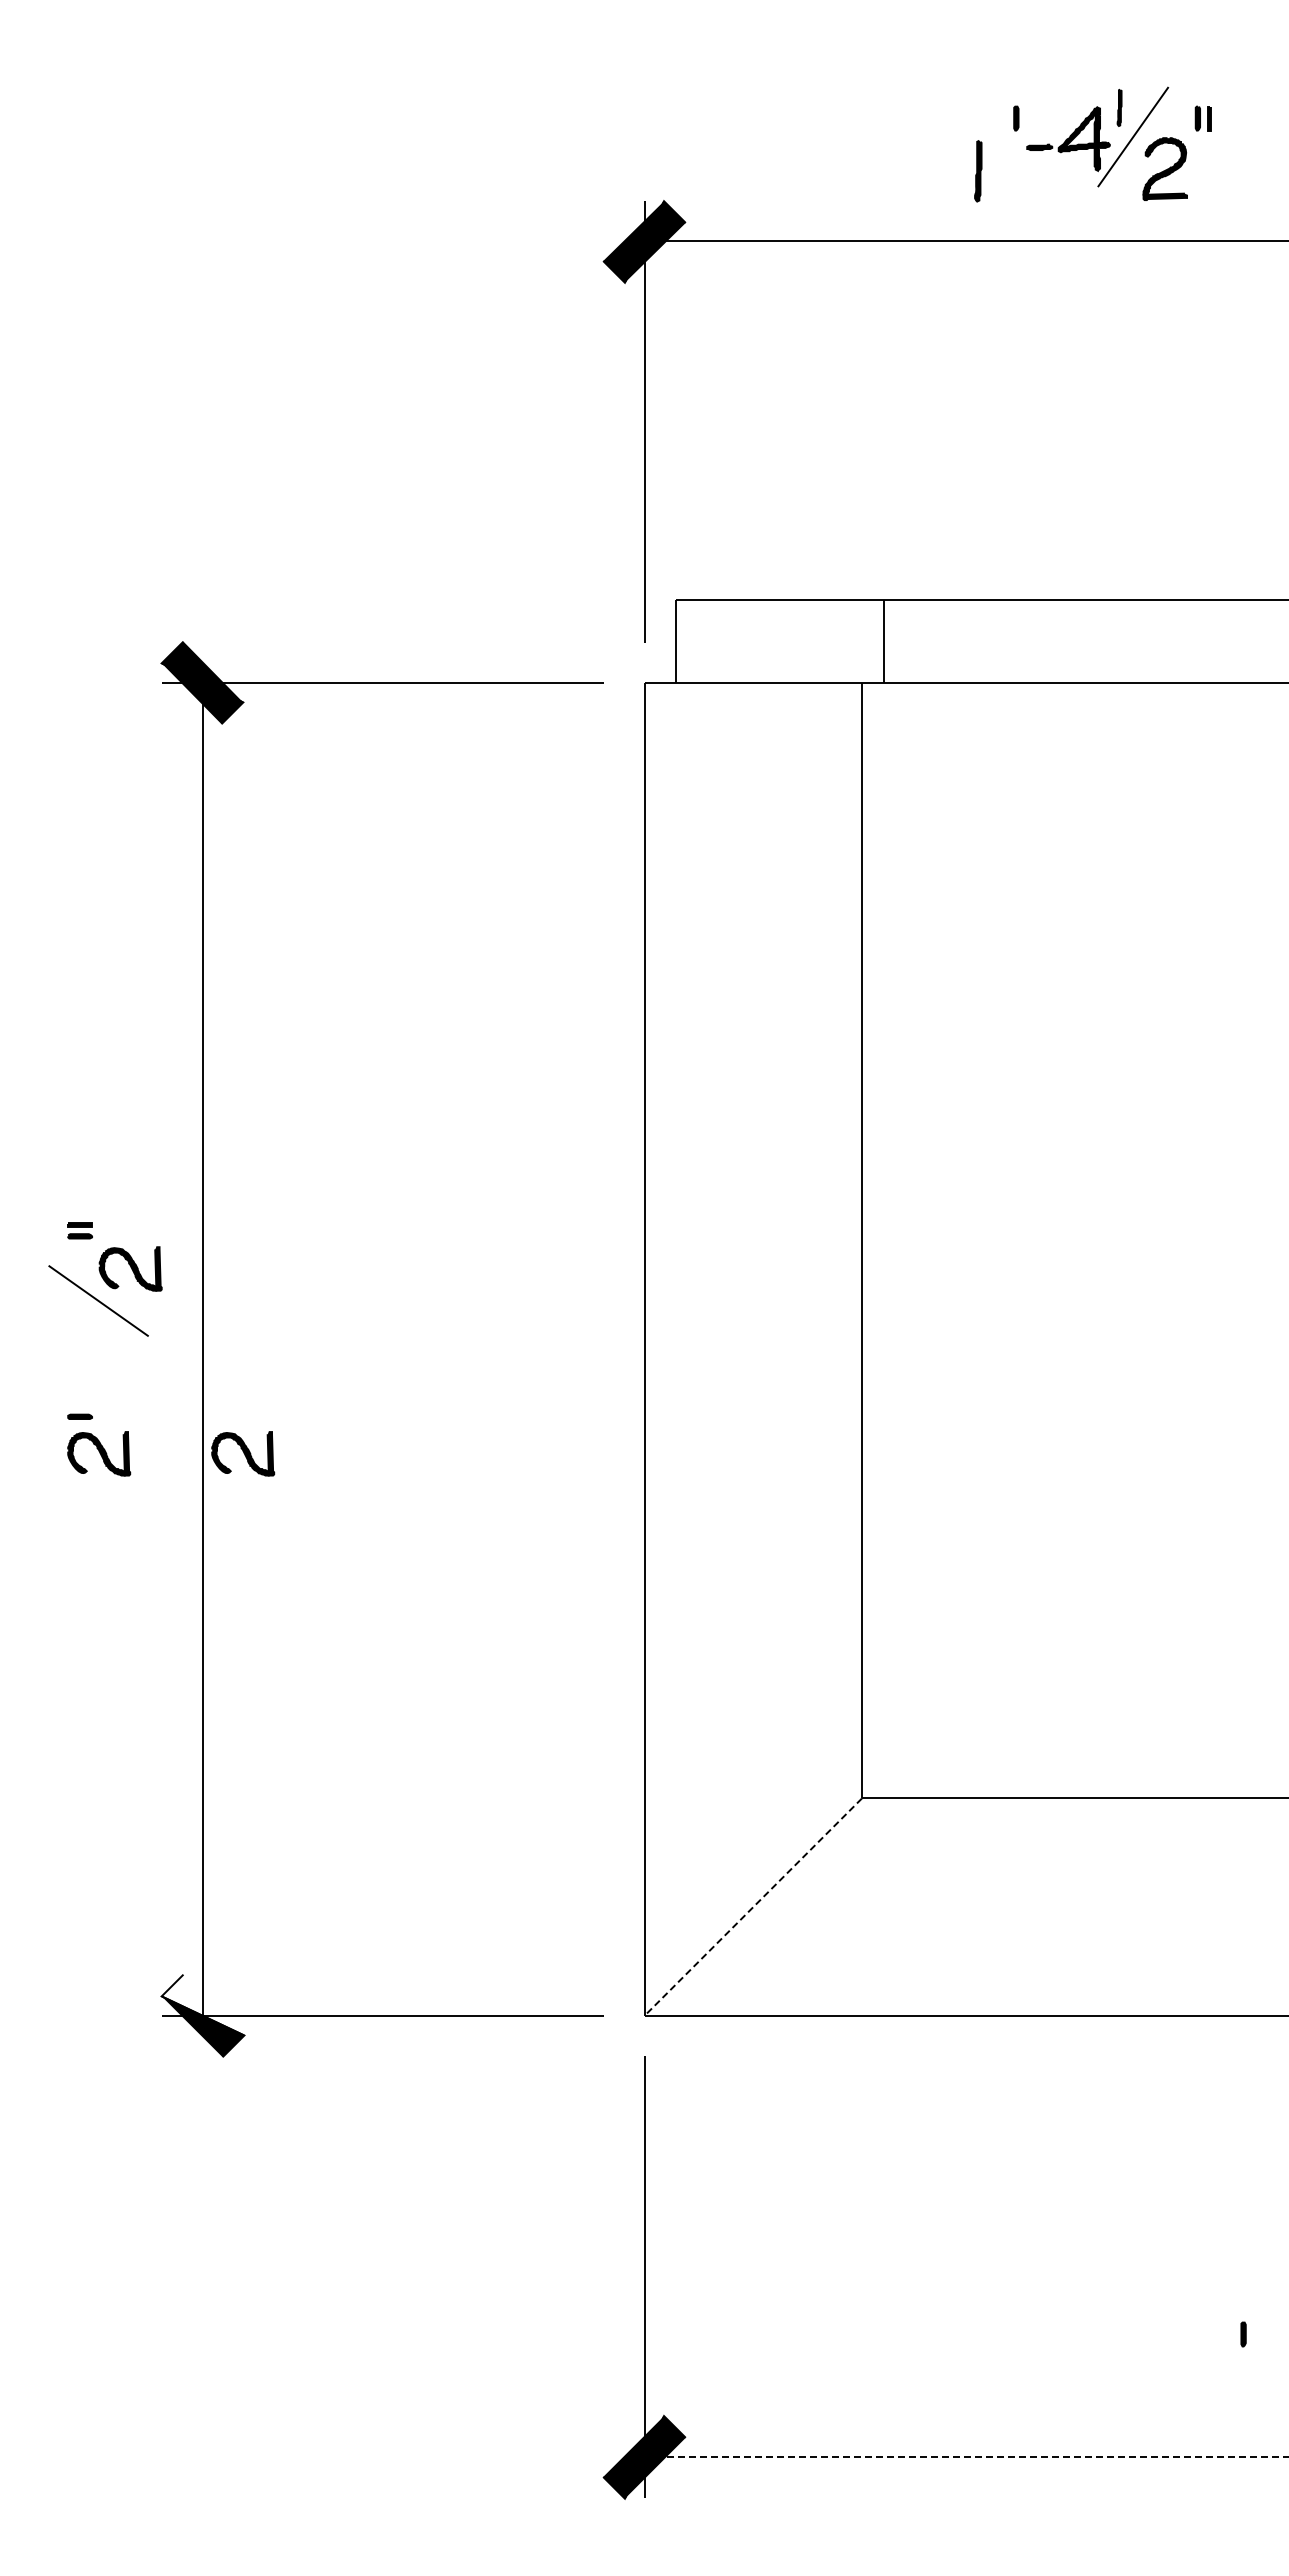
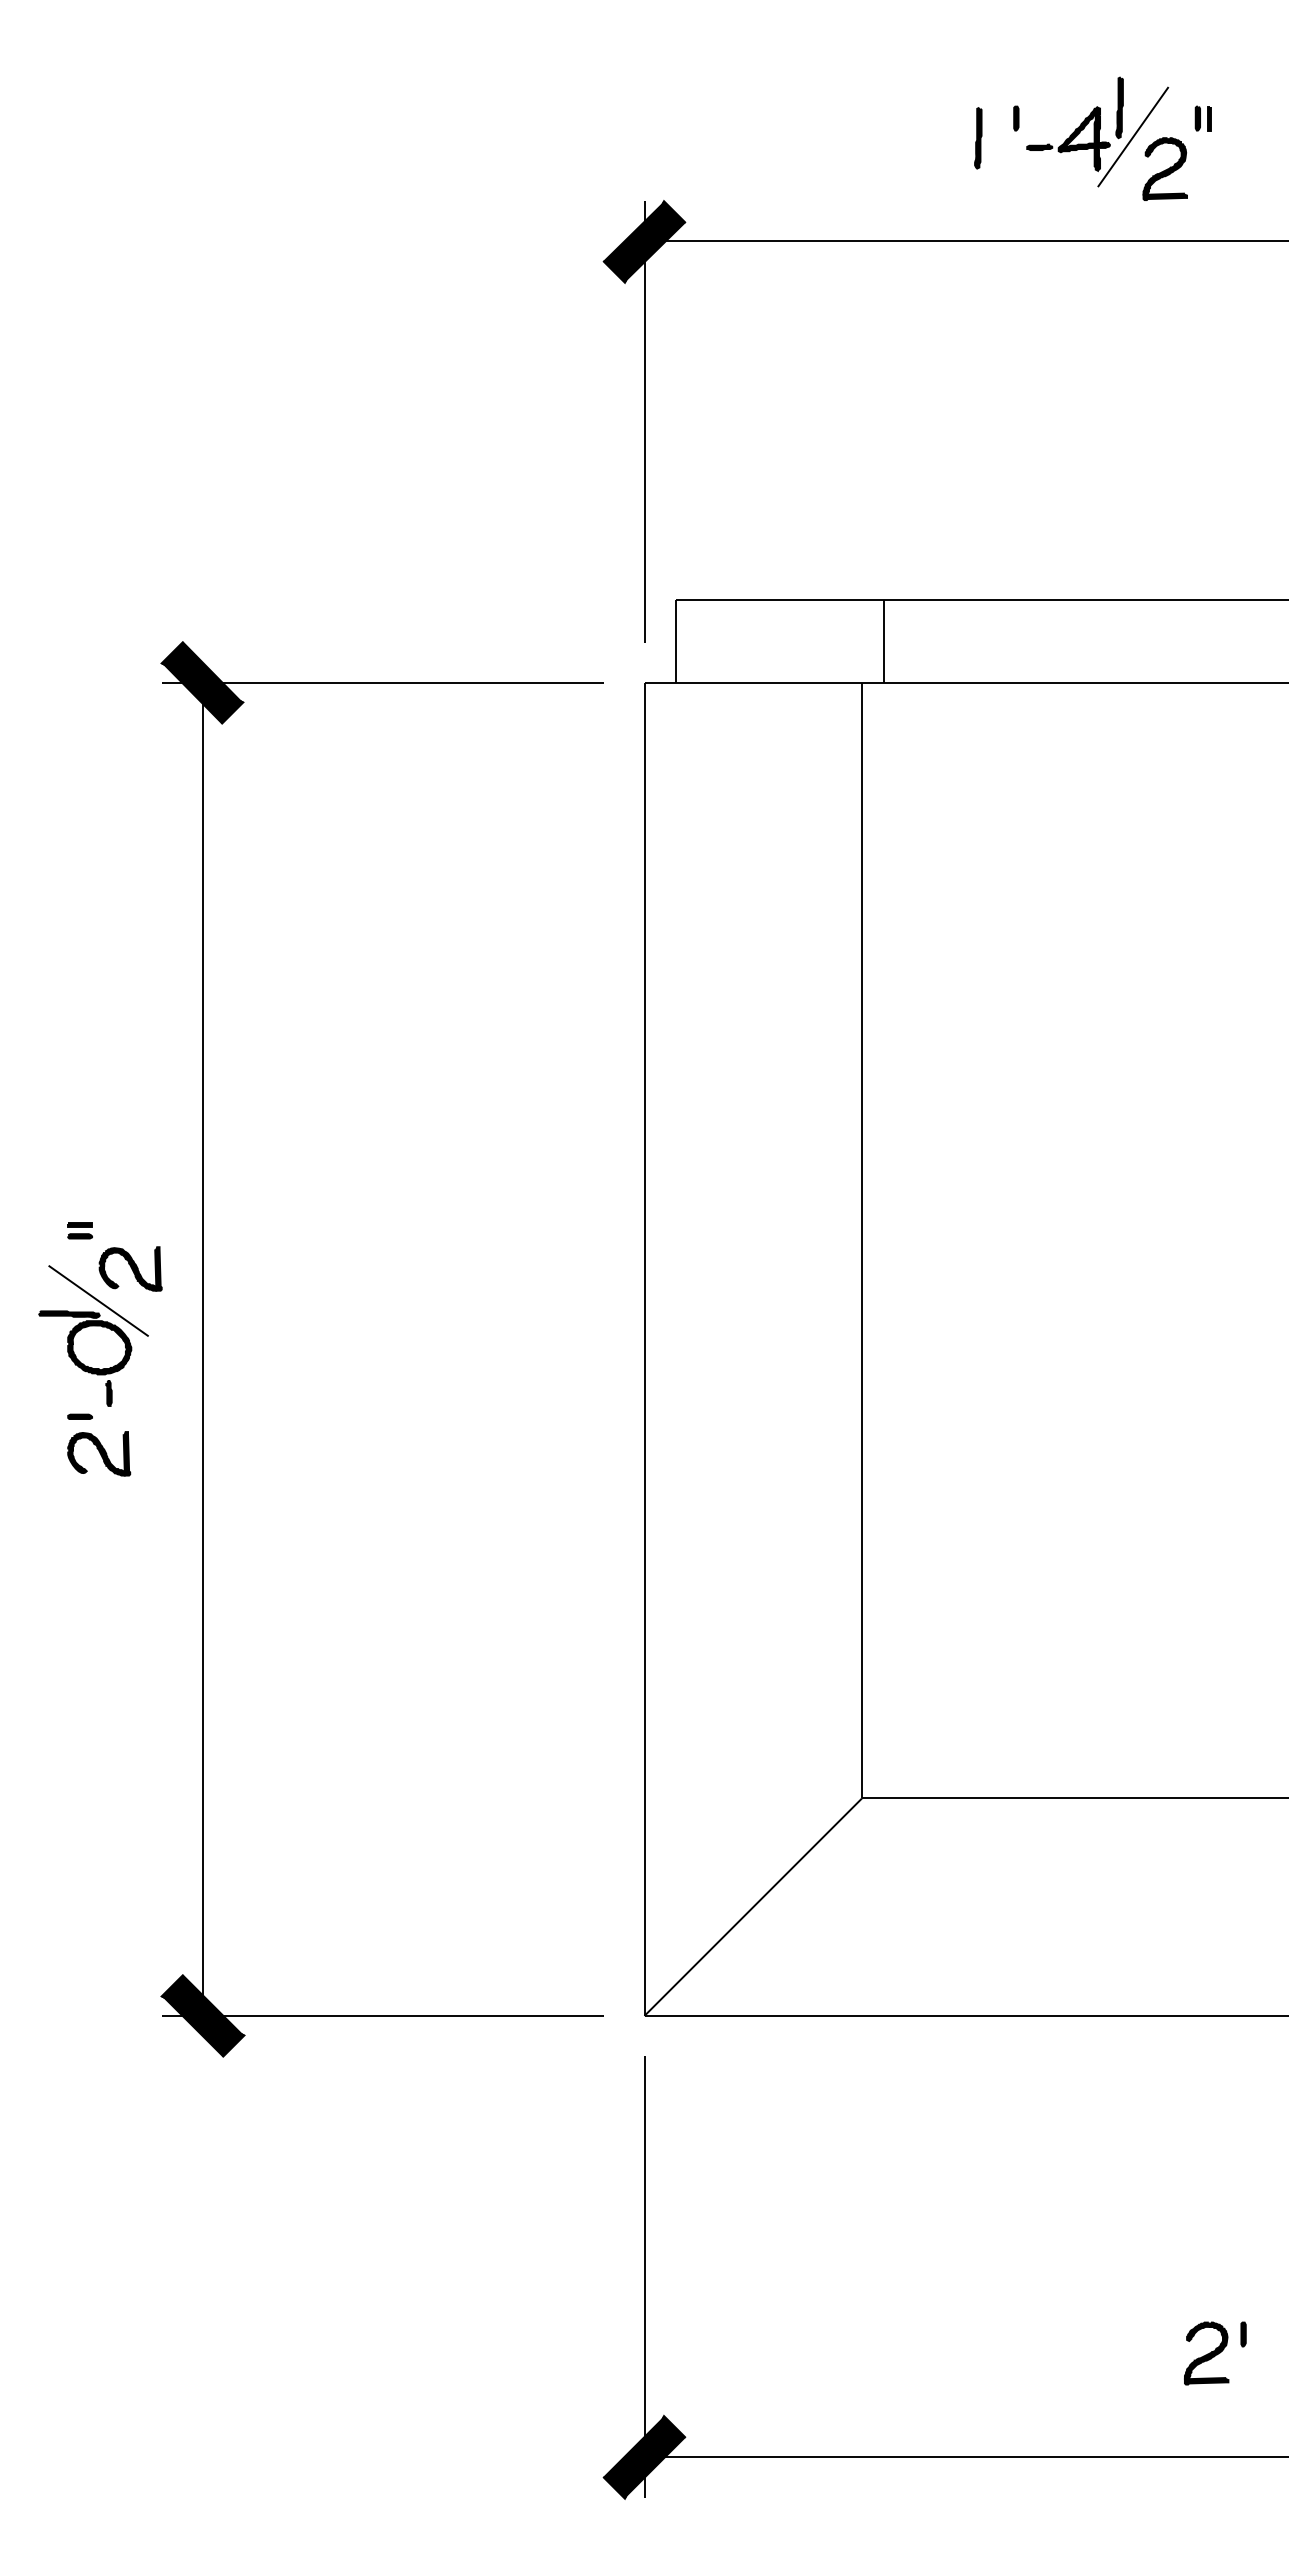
part at (1119, 107) size: 7x38 px -> 9x64 px
part at (978, 171) position: (978, 171) -> (978, 138)
part at (85, 1358): none -> present
part at (243, 1453): present -> none
line at (753, 1907): dashed -> solid
fill at (202, 2004): none -> present
part at (1206, 2353): none -> present
line at (966, 2457): dashed -> solid
